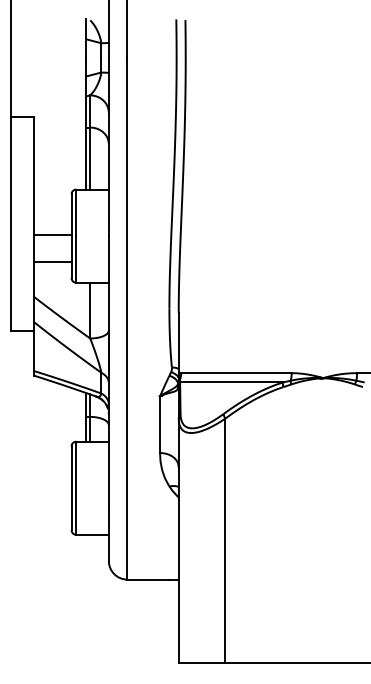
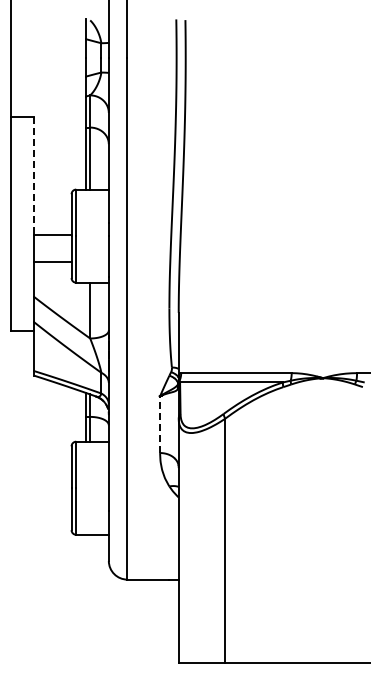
line at (34, 175): solid -> dashed
line at (160, 424): solid -> dashed
